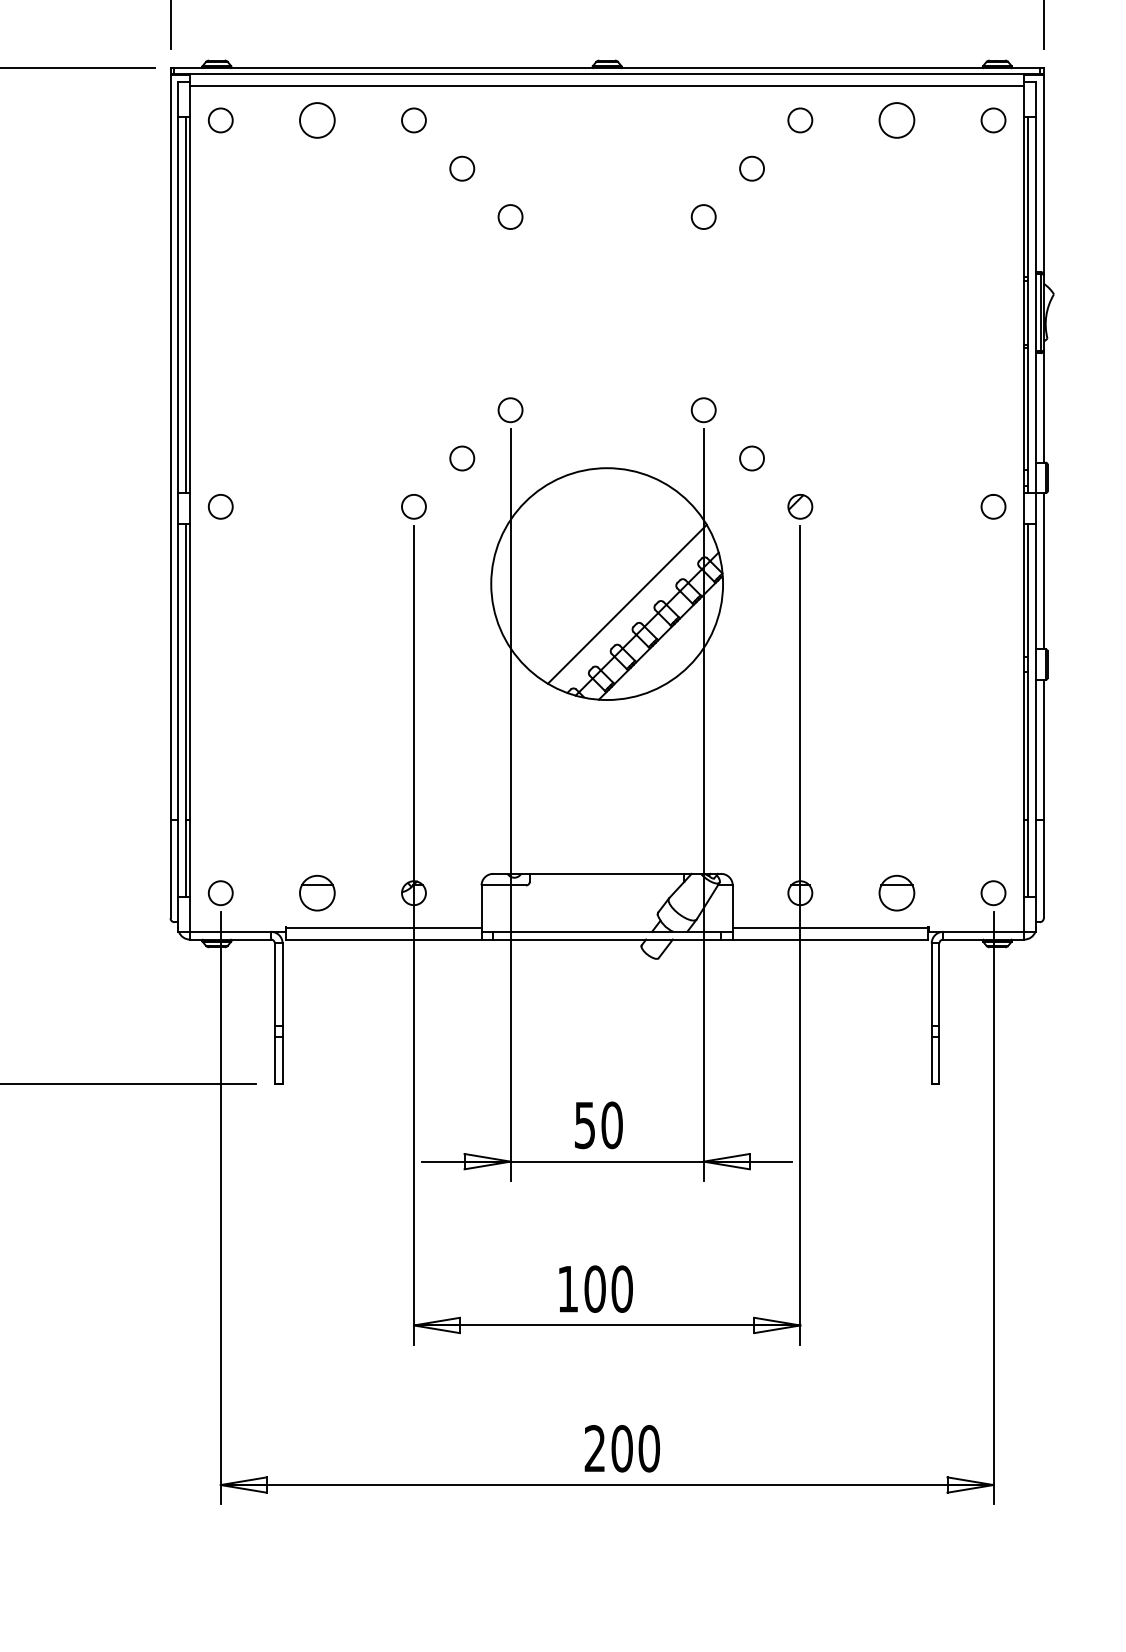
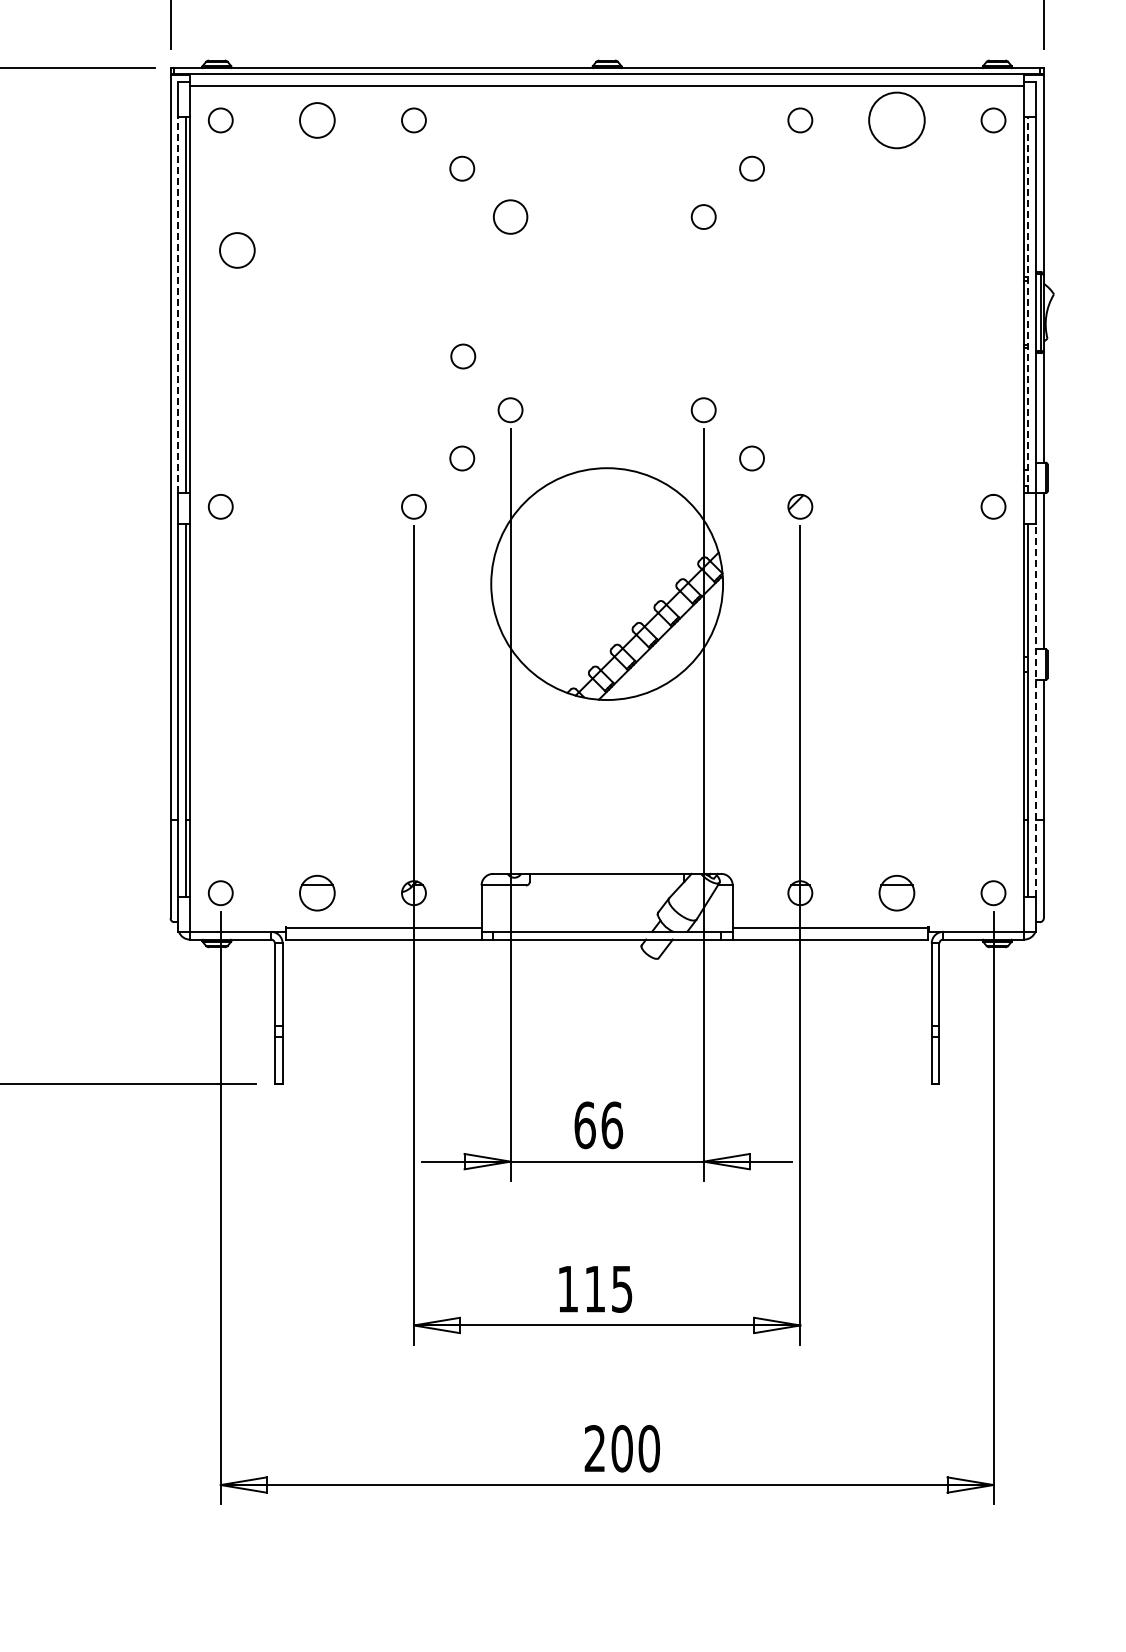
circle at (896, 120) diameter: 35 px -> 56 px
circle at (510, 216) size: 27x26 px -> 36x36 px
circle at (237, 250): none -> present
line at (178, 304): solid -> dashed
line at (1028, 304): solid -> dashed
circle at (463, 356): none -> present
line at (626, 603): present -> none
line at (1036, 710): solid -> dashed
text at (598, 1125): 50 -> 66
text at (608, 1288): 100 -> 115
